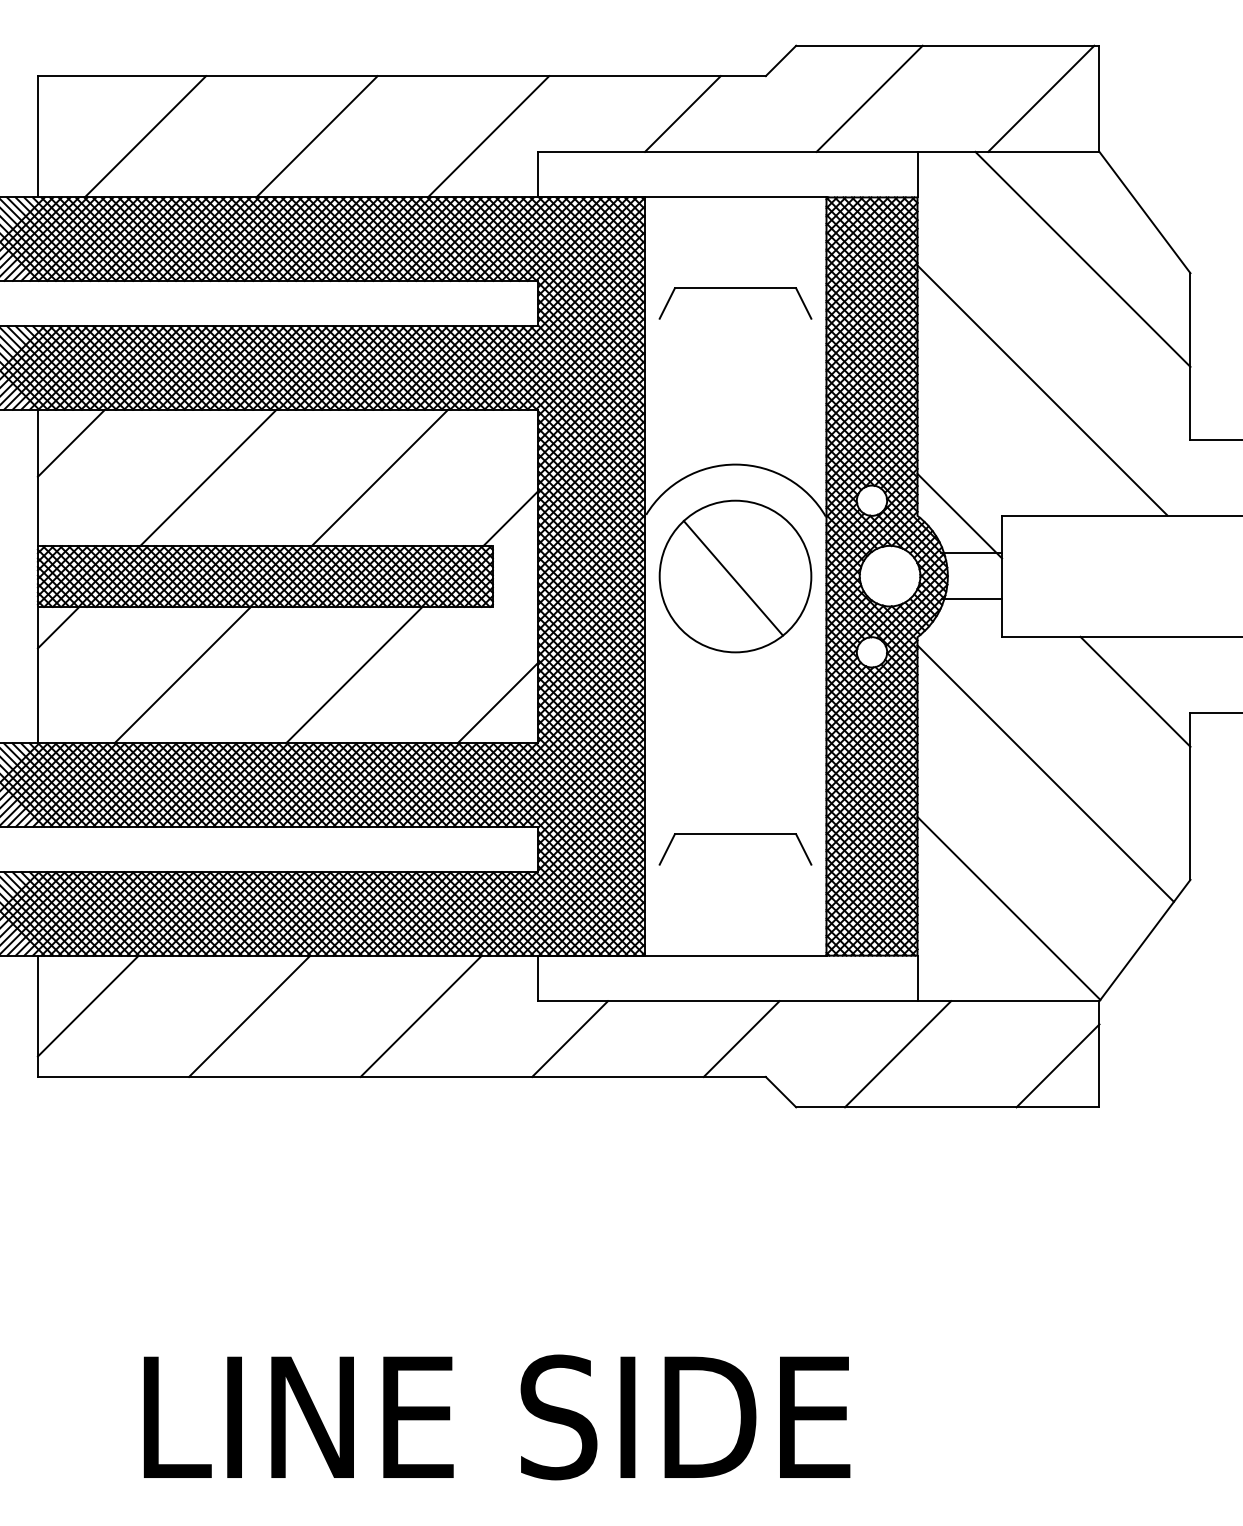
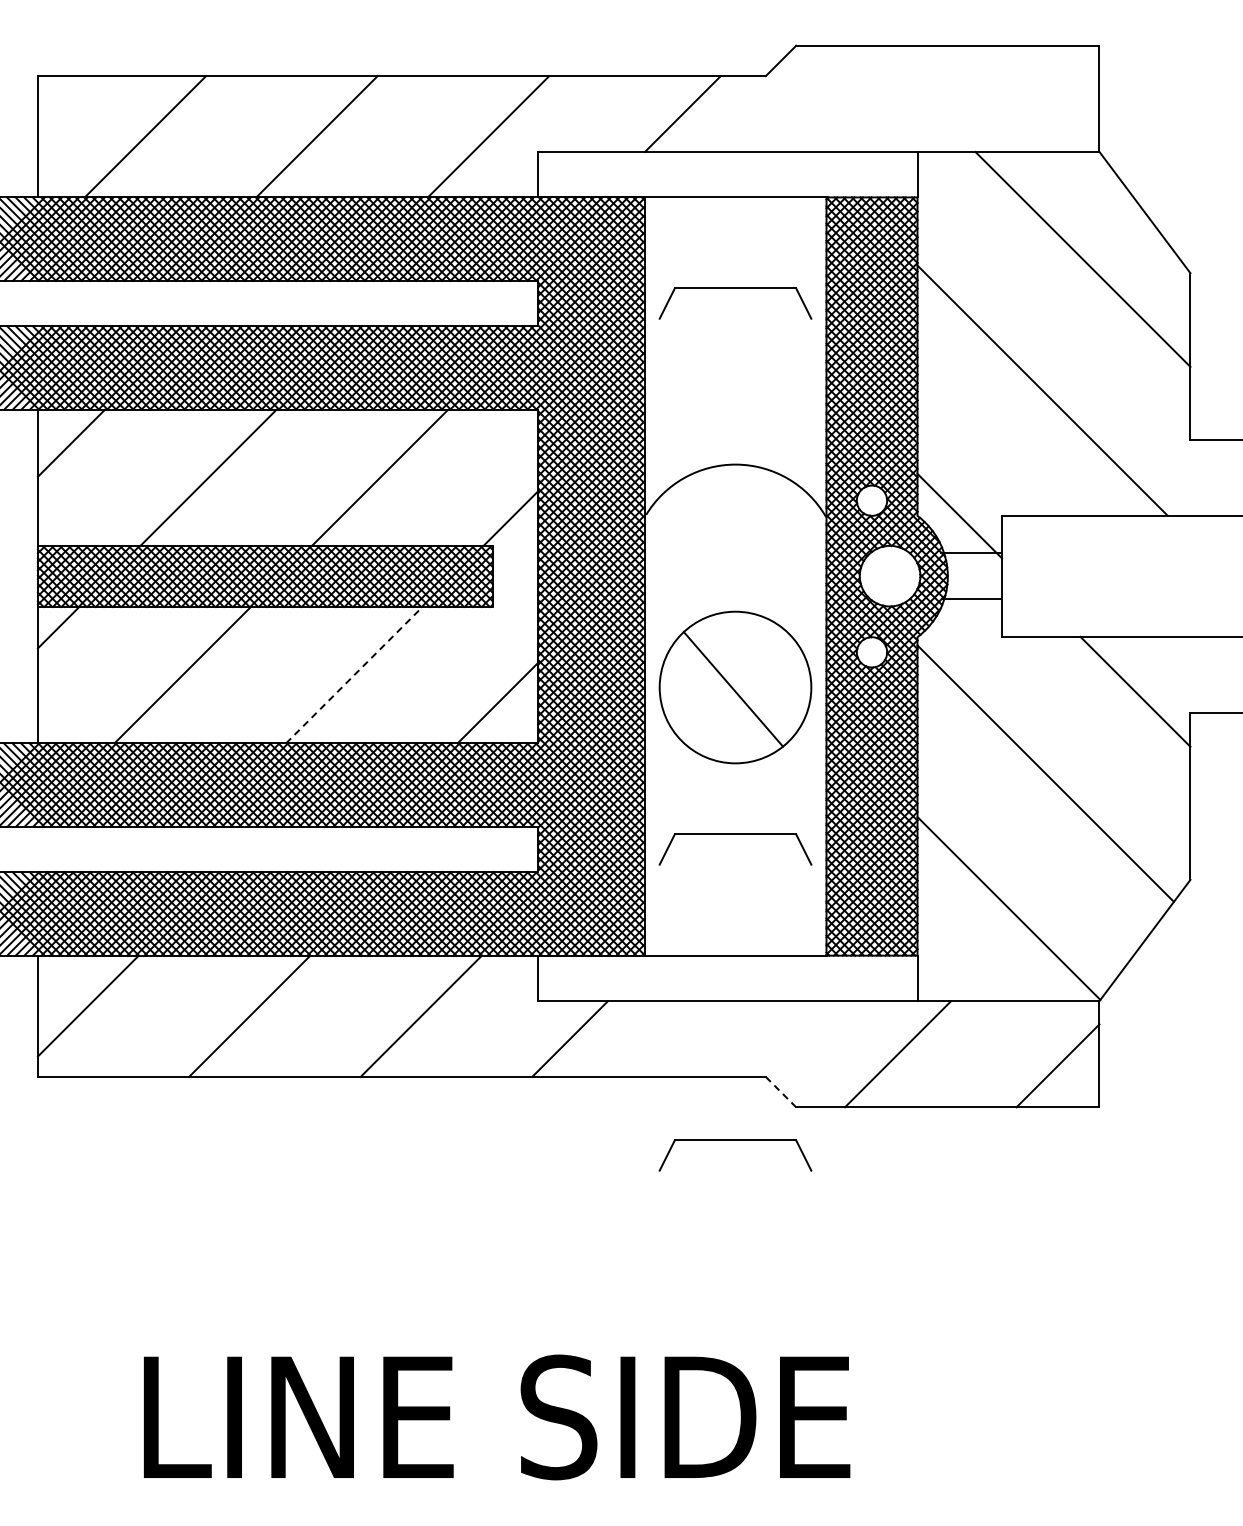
line at (869, 98): present -> none
line at (1041, 98): present -> none
part at (735, 576) position: (735, 576) -> (735, 687)
line at (354, 675): solid -> dashed
line at (741, 1038): present -> none
line at (781, 1092): solid -> dashed
part at (735, 1140): none -> present
